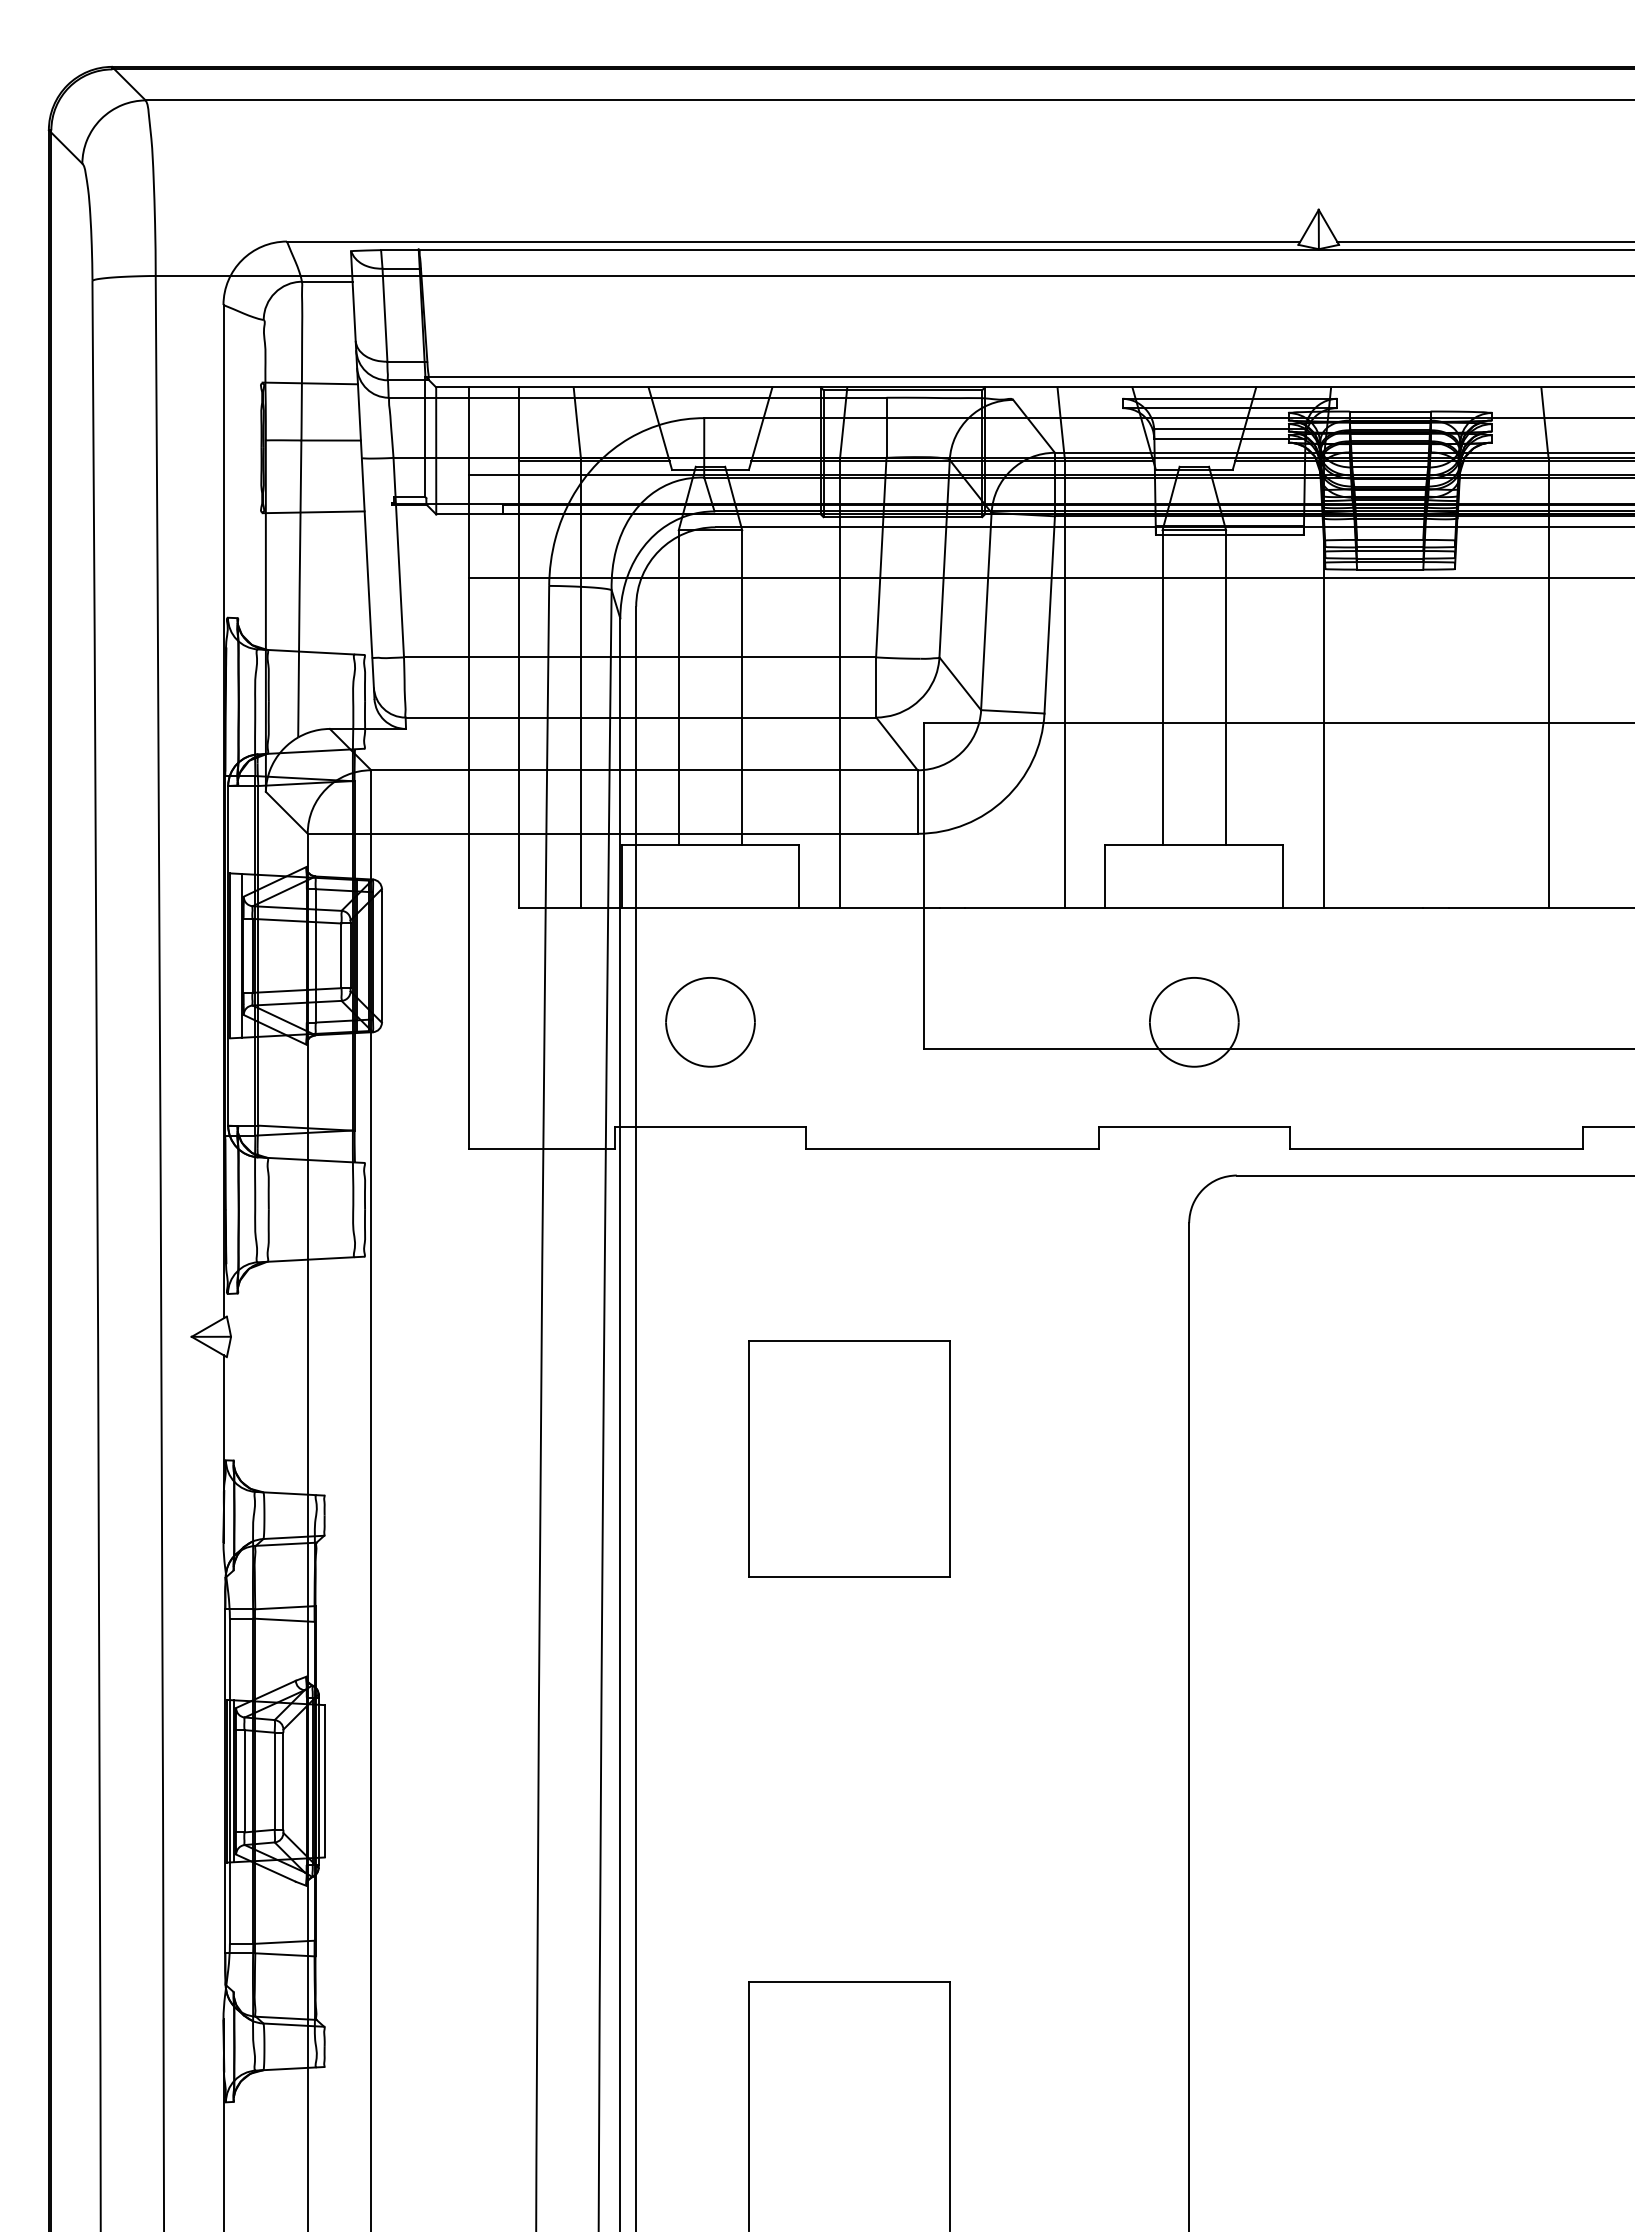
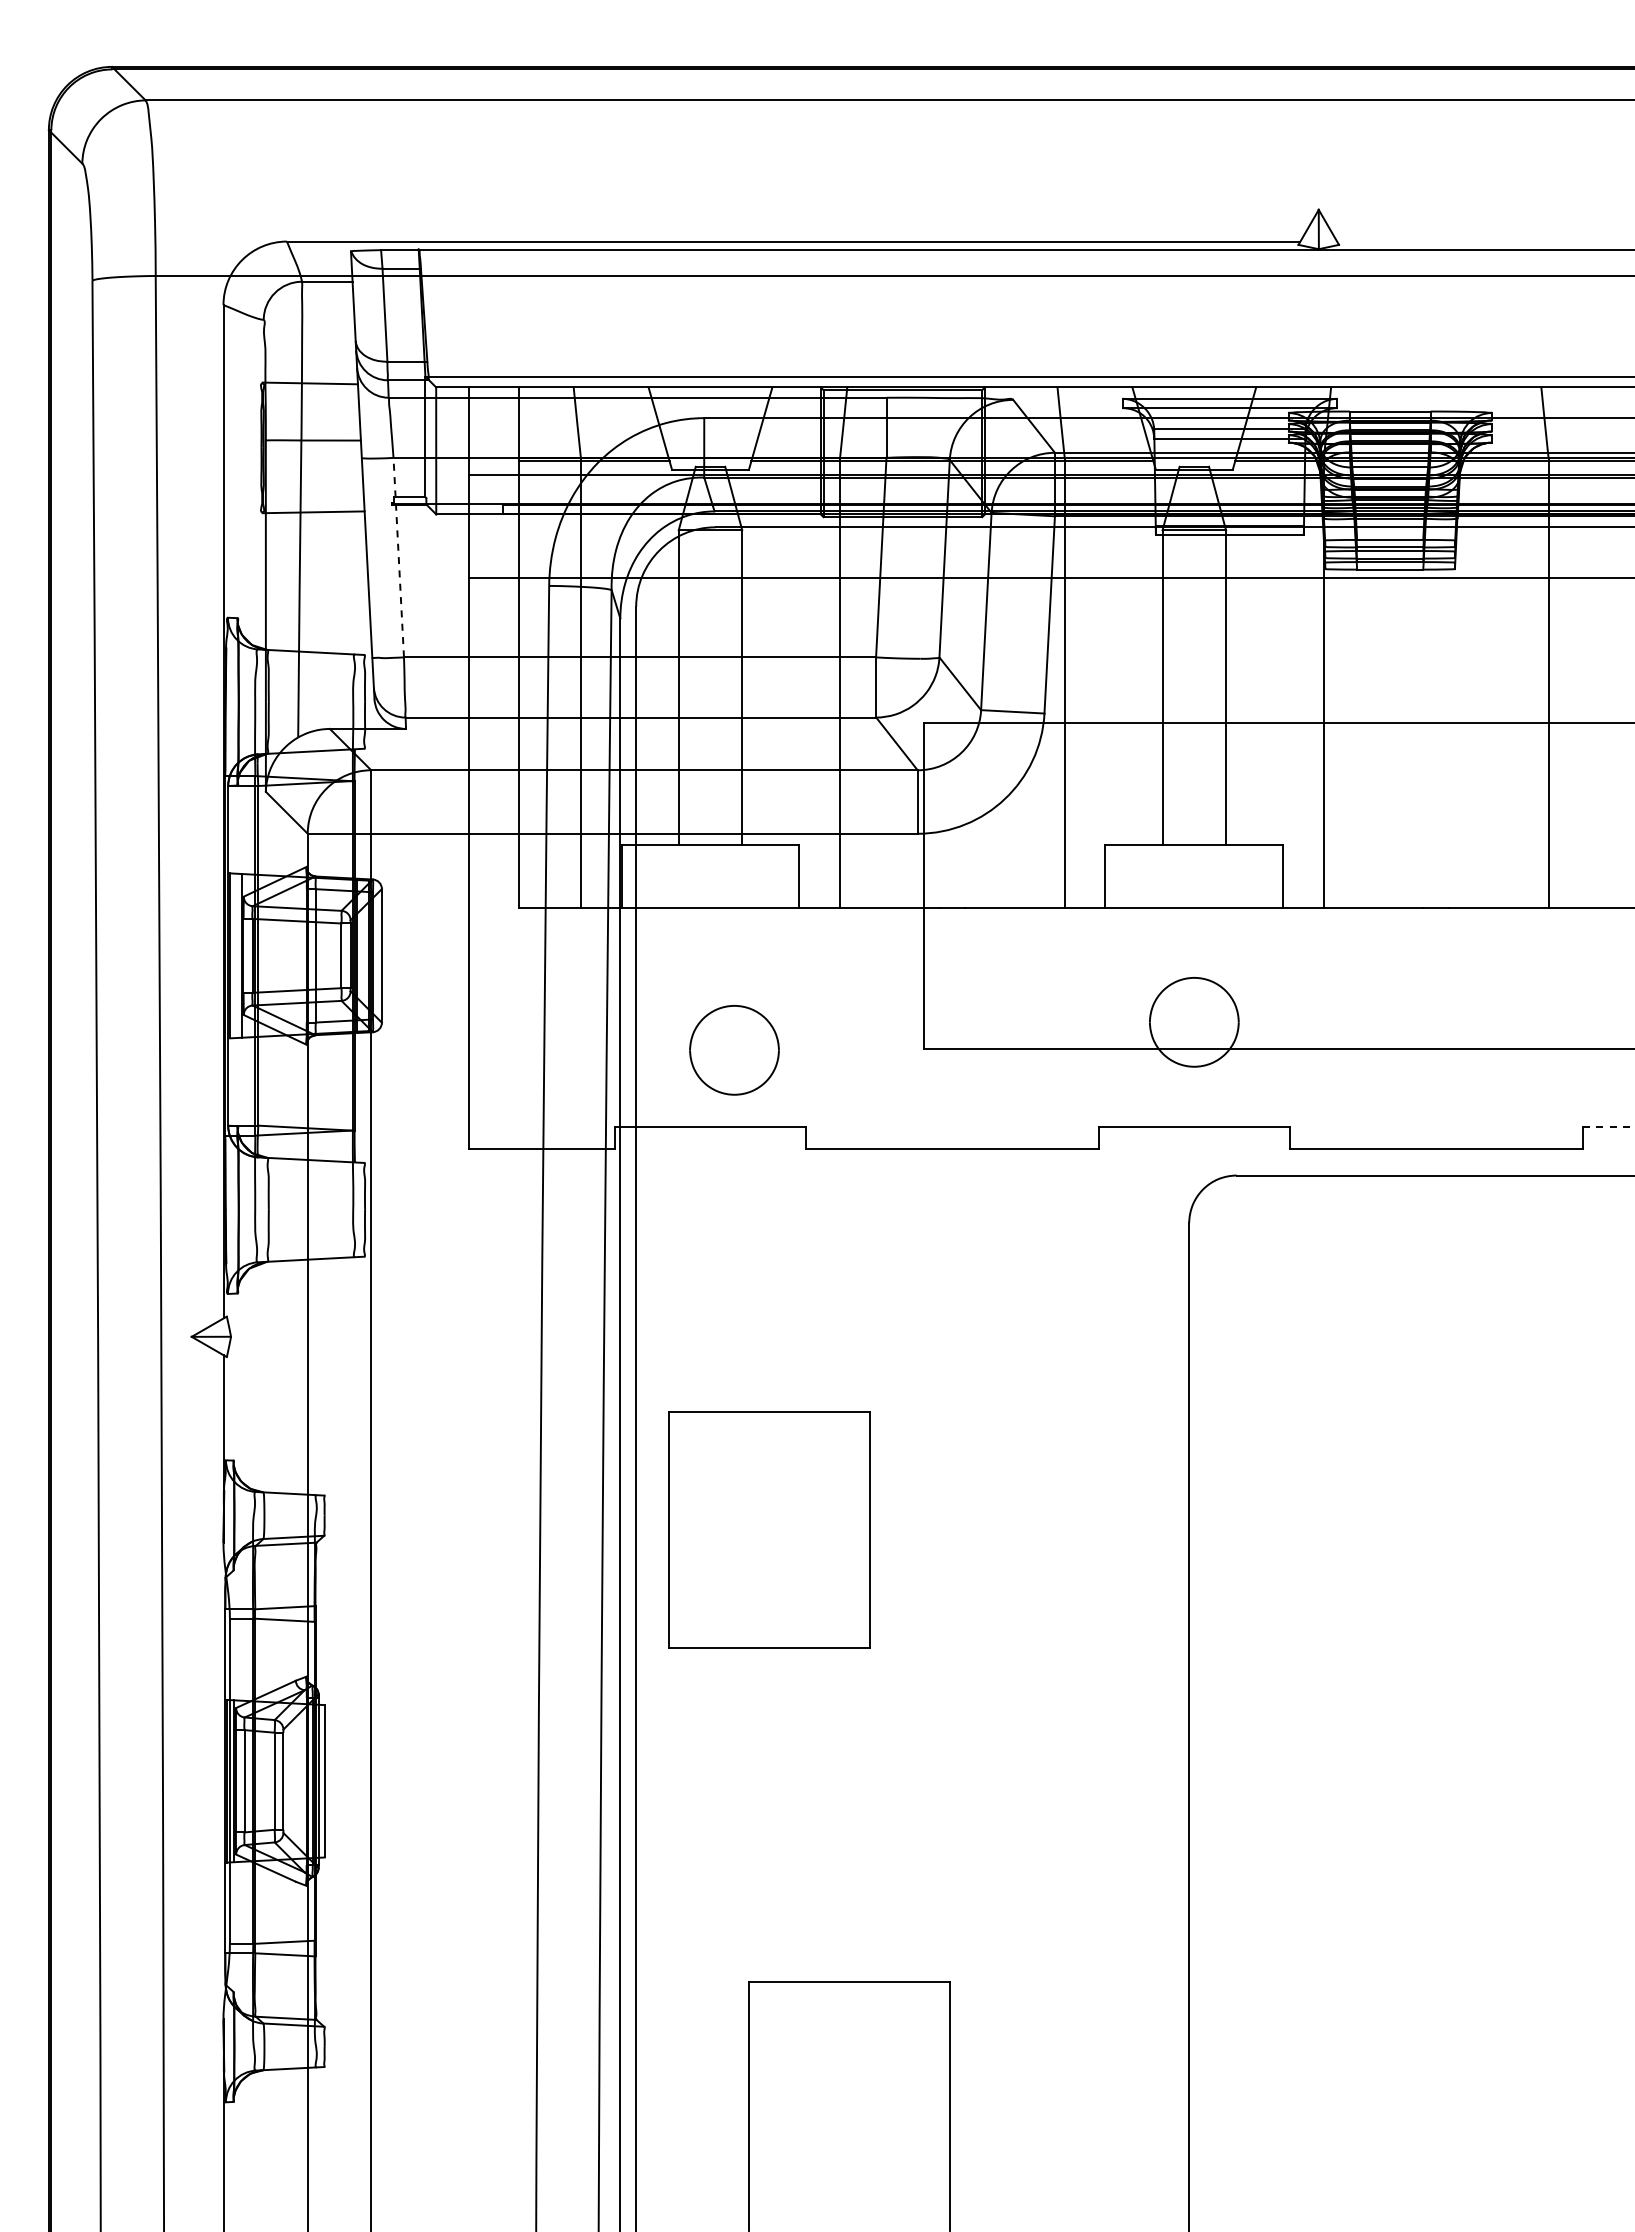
line at (1484, 241): present -> none
line at (398, 557): solid -> dashed
part at (710, 1022) position: (710, 1022) -> (734, 1050)
line at (1608, 1127): solid -> dashed
part at (849, 1458) position: (849, 1458) -> (769, 1529)
